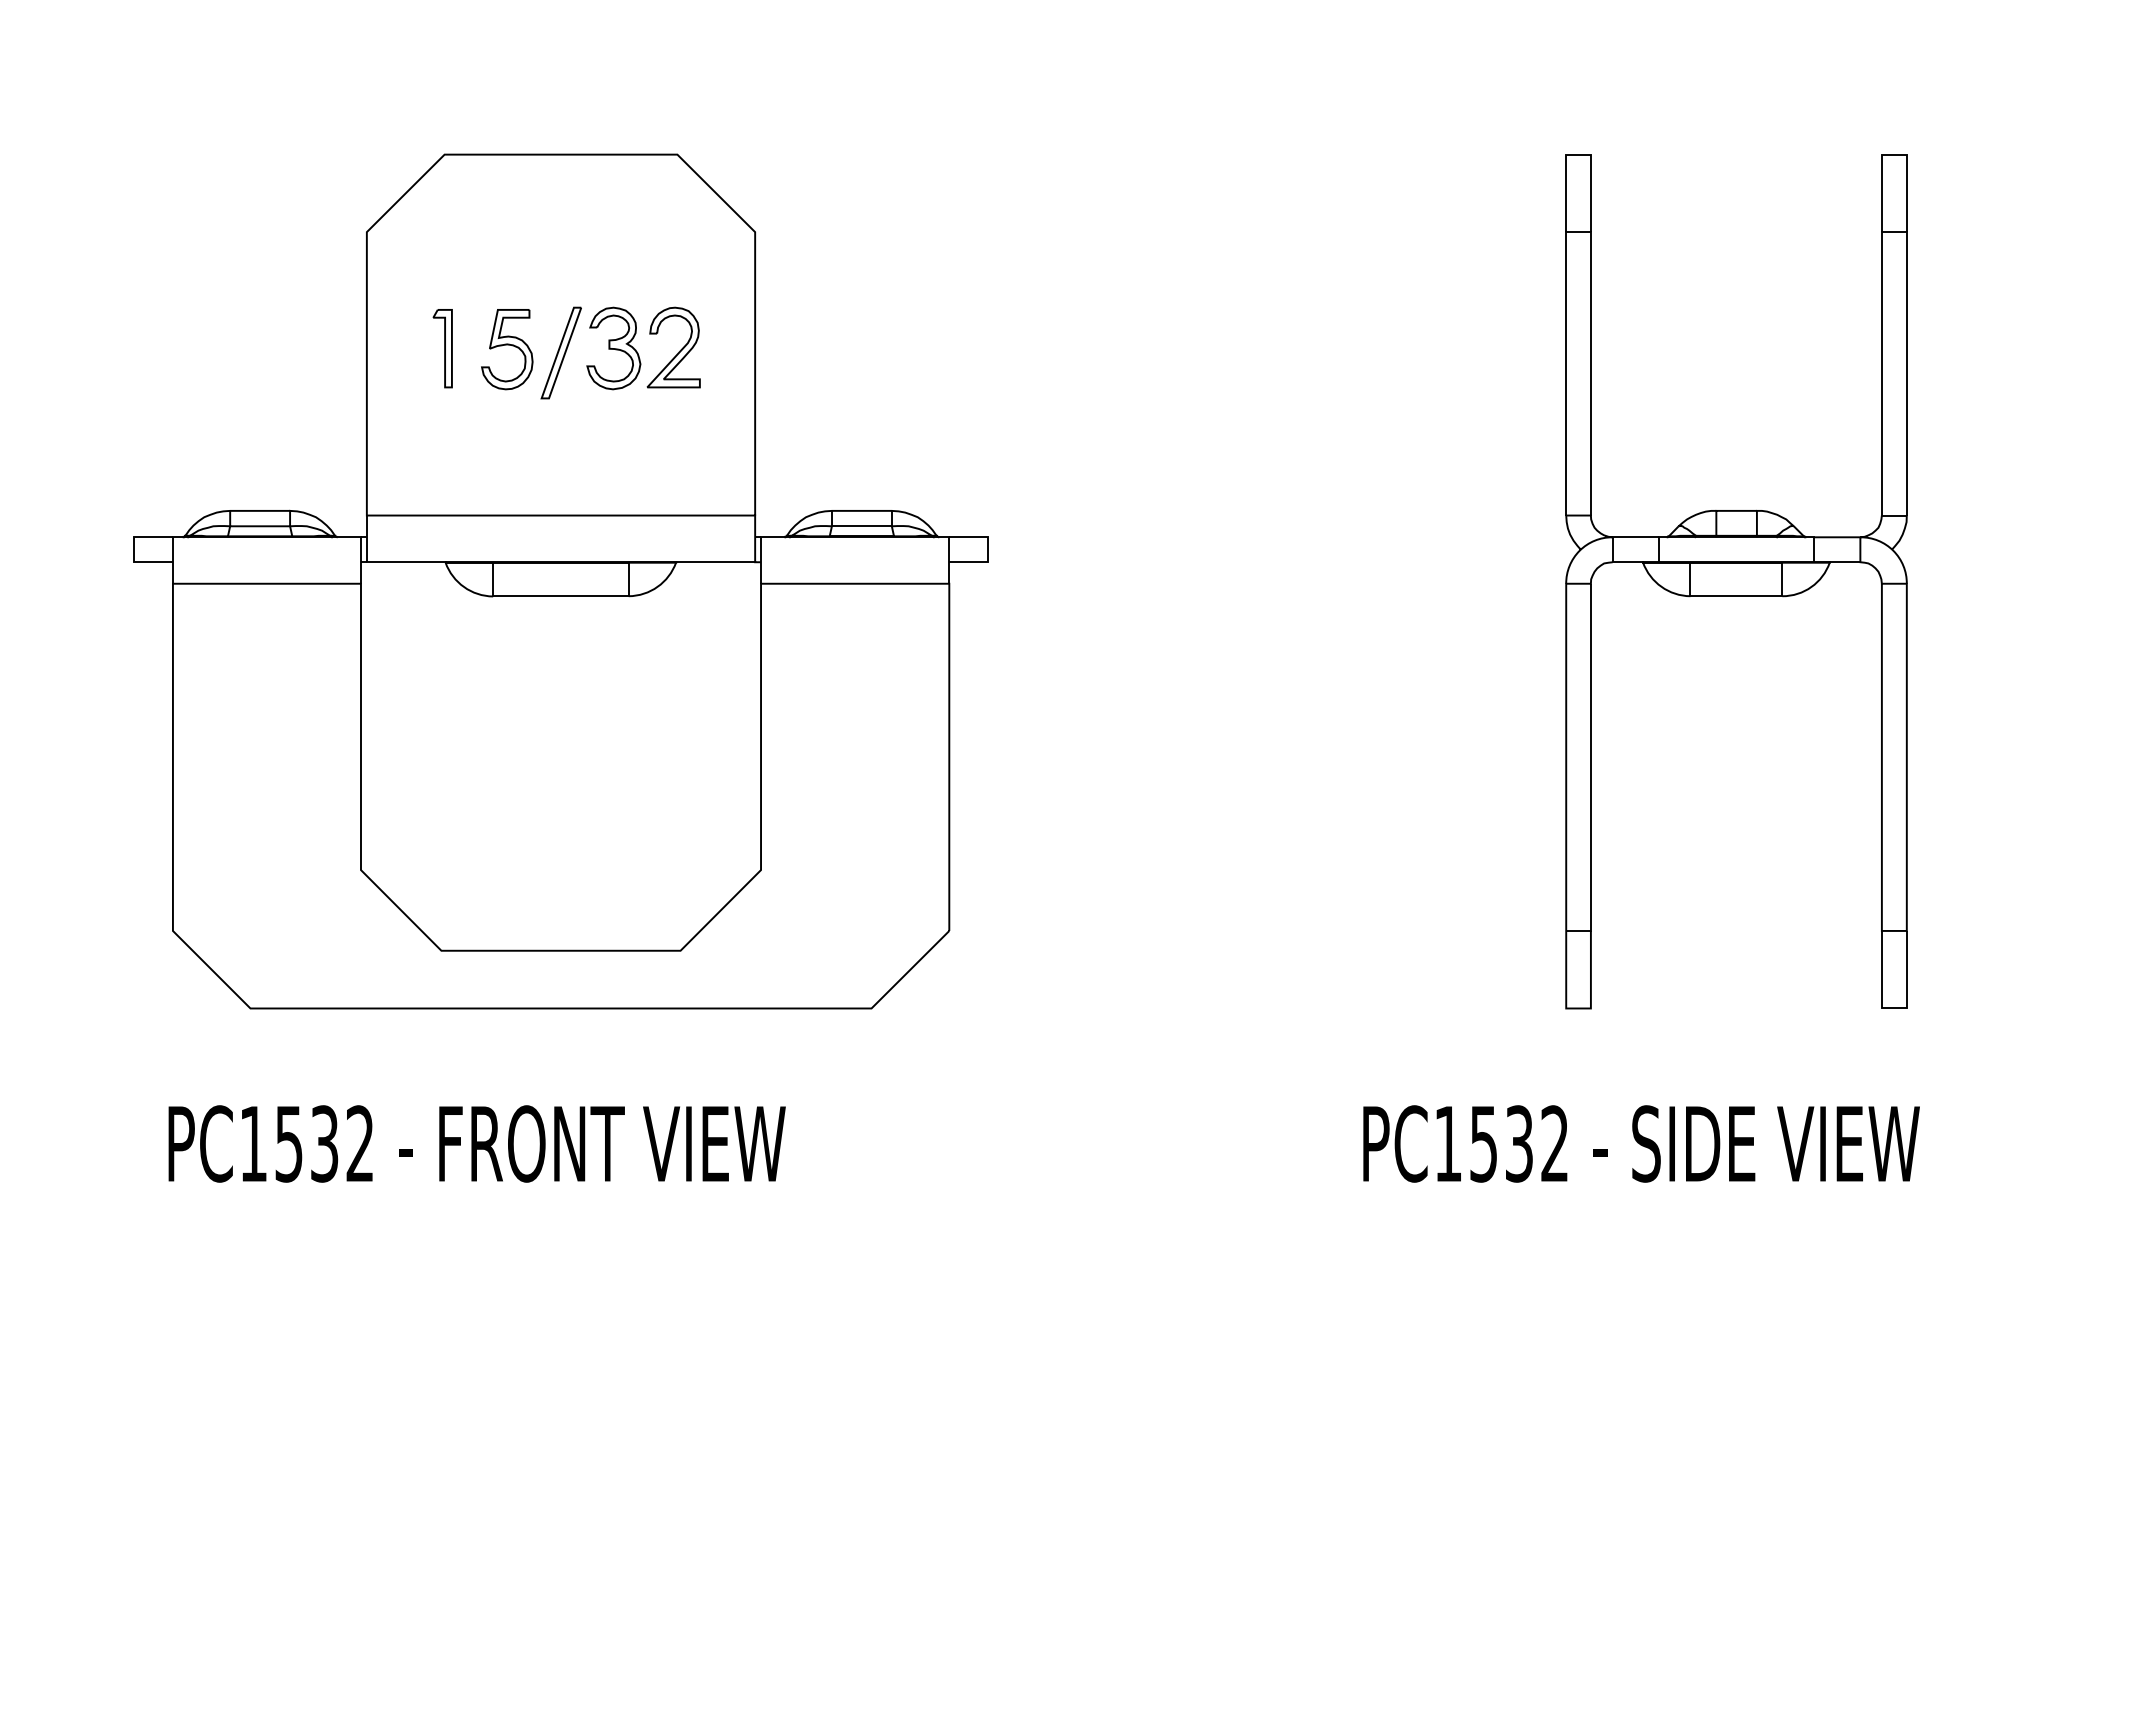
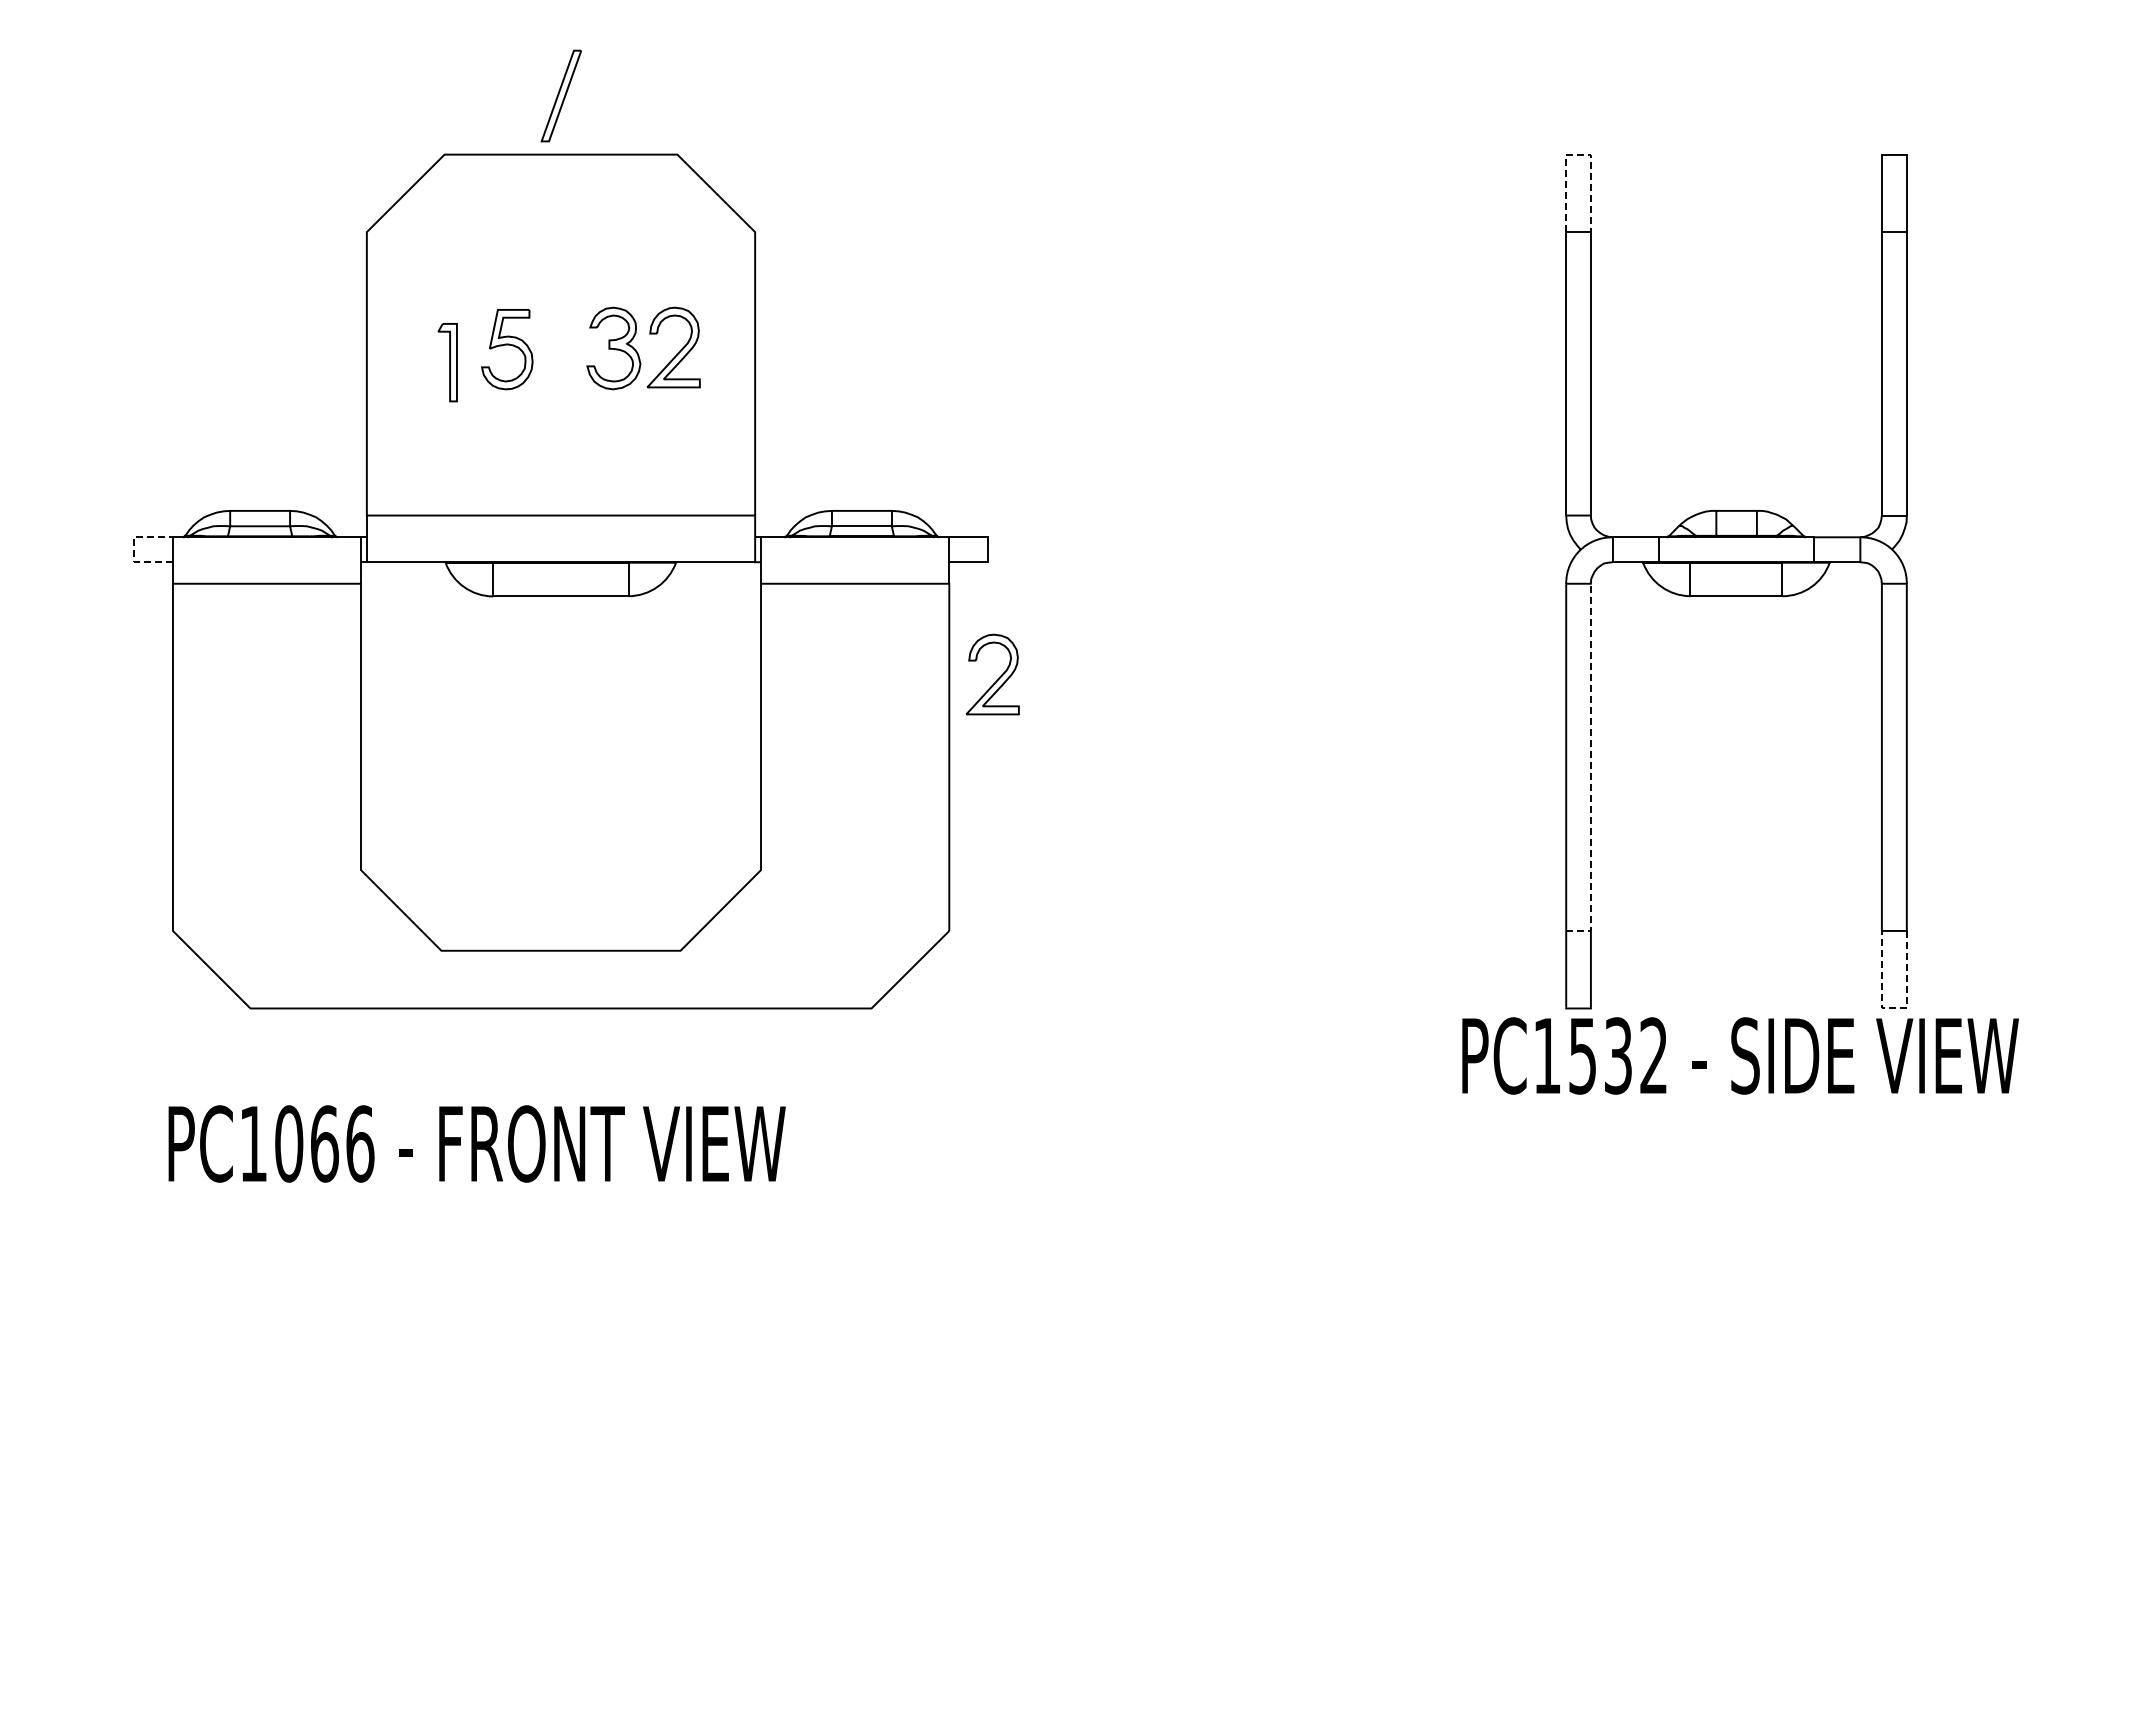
line at (1579, 154): solid -> dashed
part at (442, 348) position: (442, 348) -> (447, 362)
part at (560, 352) position: (560, 352) -> (560, 95)
line at (134, 549): solid -> dashed
part at (997, 678): none -> present
line at (1590, 770): solid -> dashed
line at (1893, 1008): solid -> dashed
text at (324, 1143): PC1532 -> PC1066
text at (1641, 1143) position: (1641, 1143) -> (1740, 1055)
